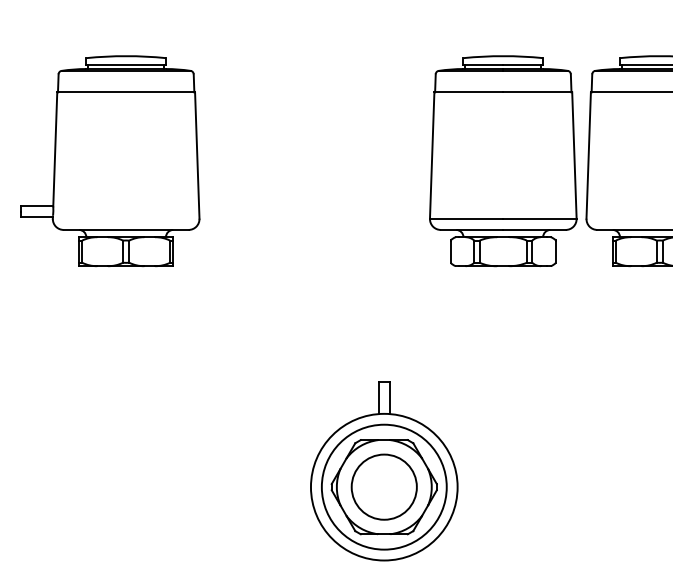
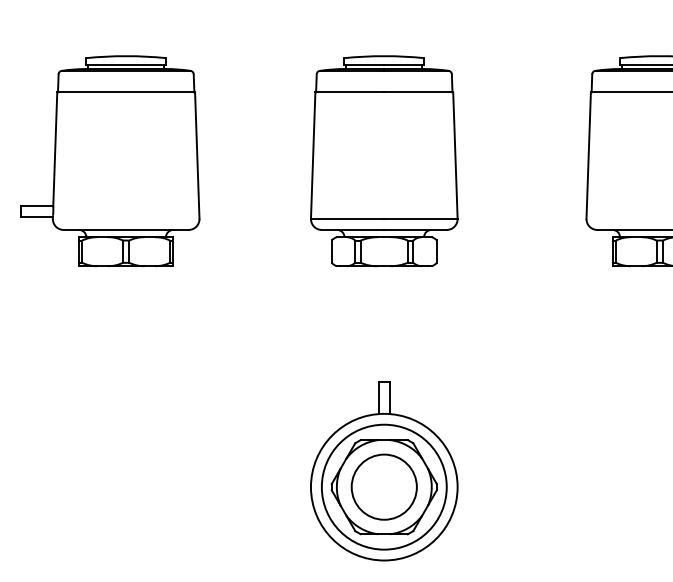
part at (503, 161) position: (503, 161) -> (384, 161)
